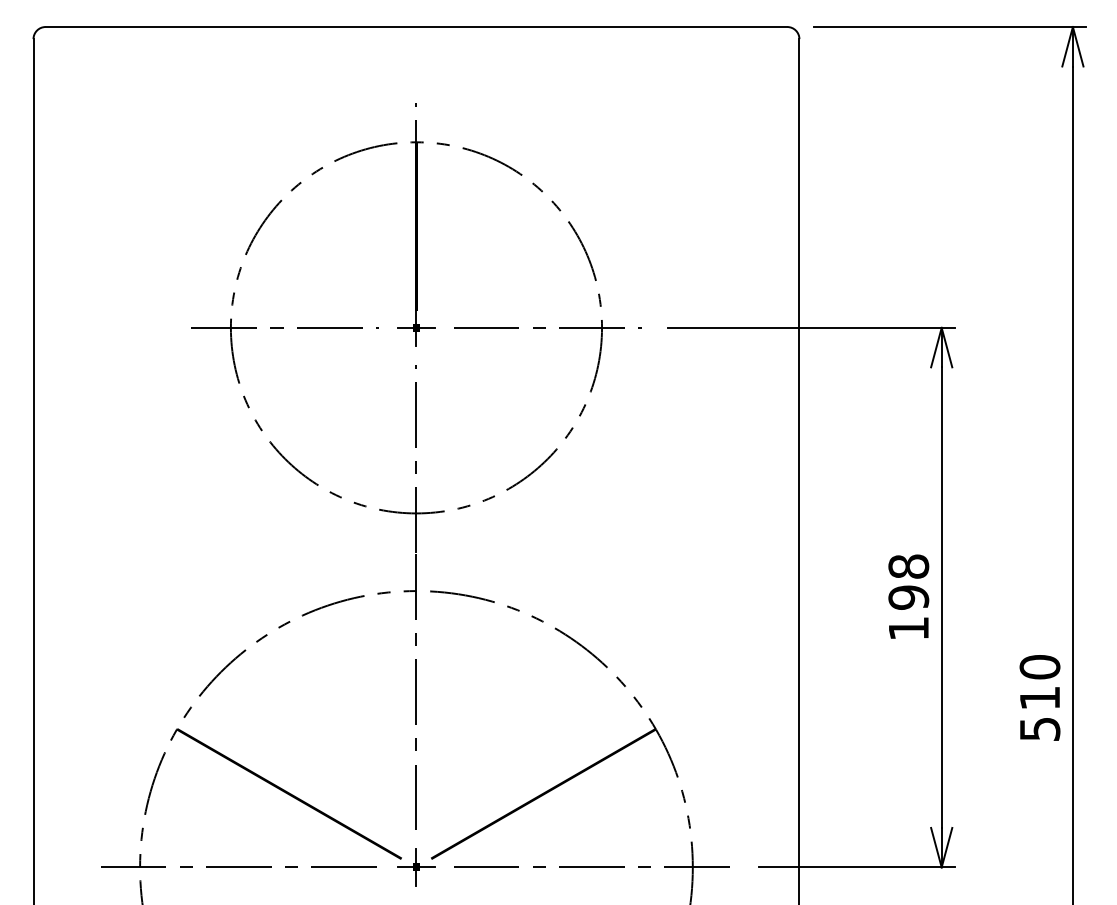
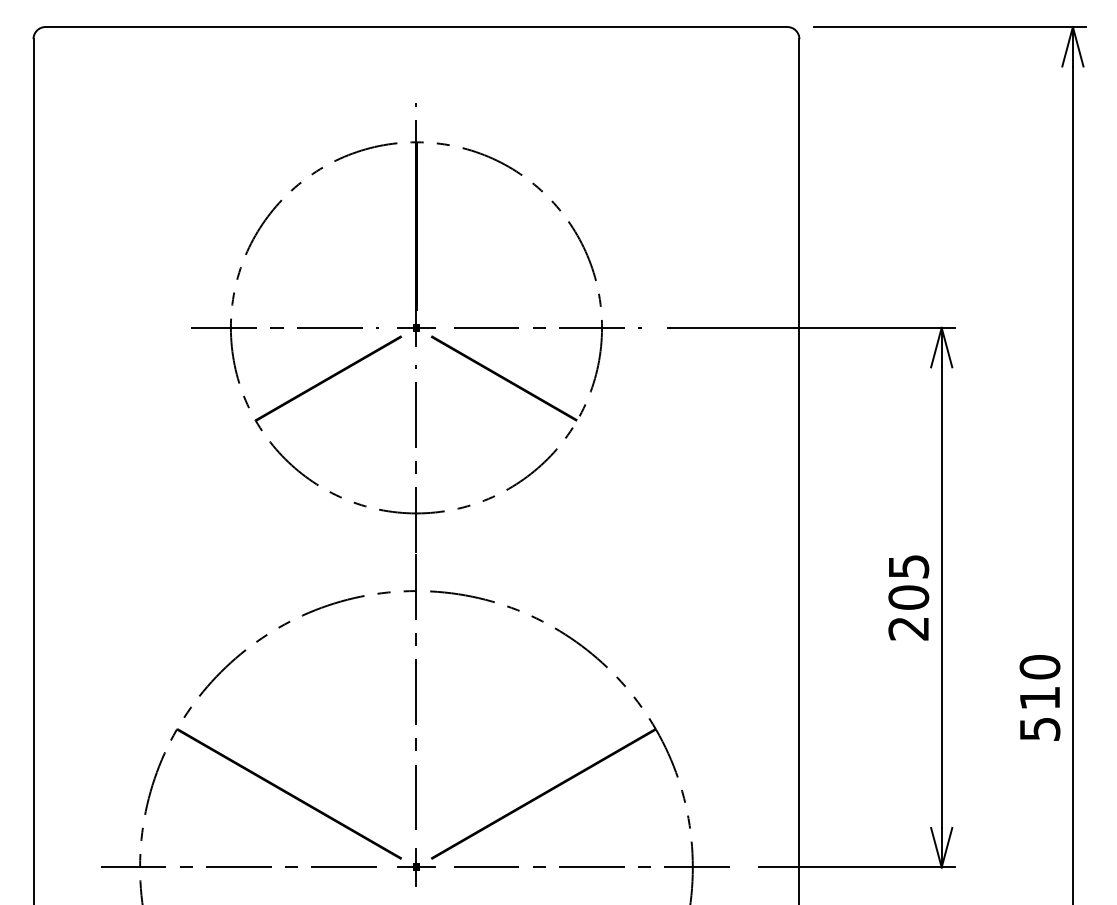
fill at (328, 378): none -> present
fill at (503, 378): none -> present
text at (908, 597): 198 -> 205
